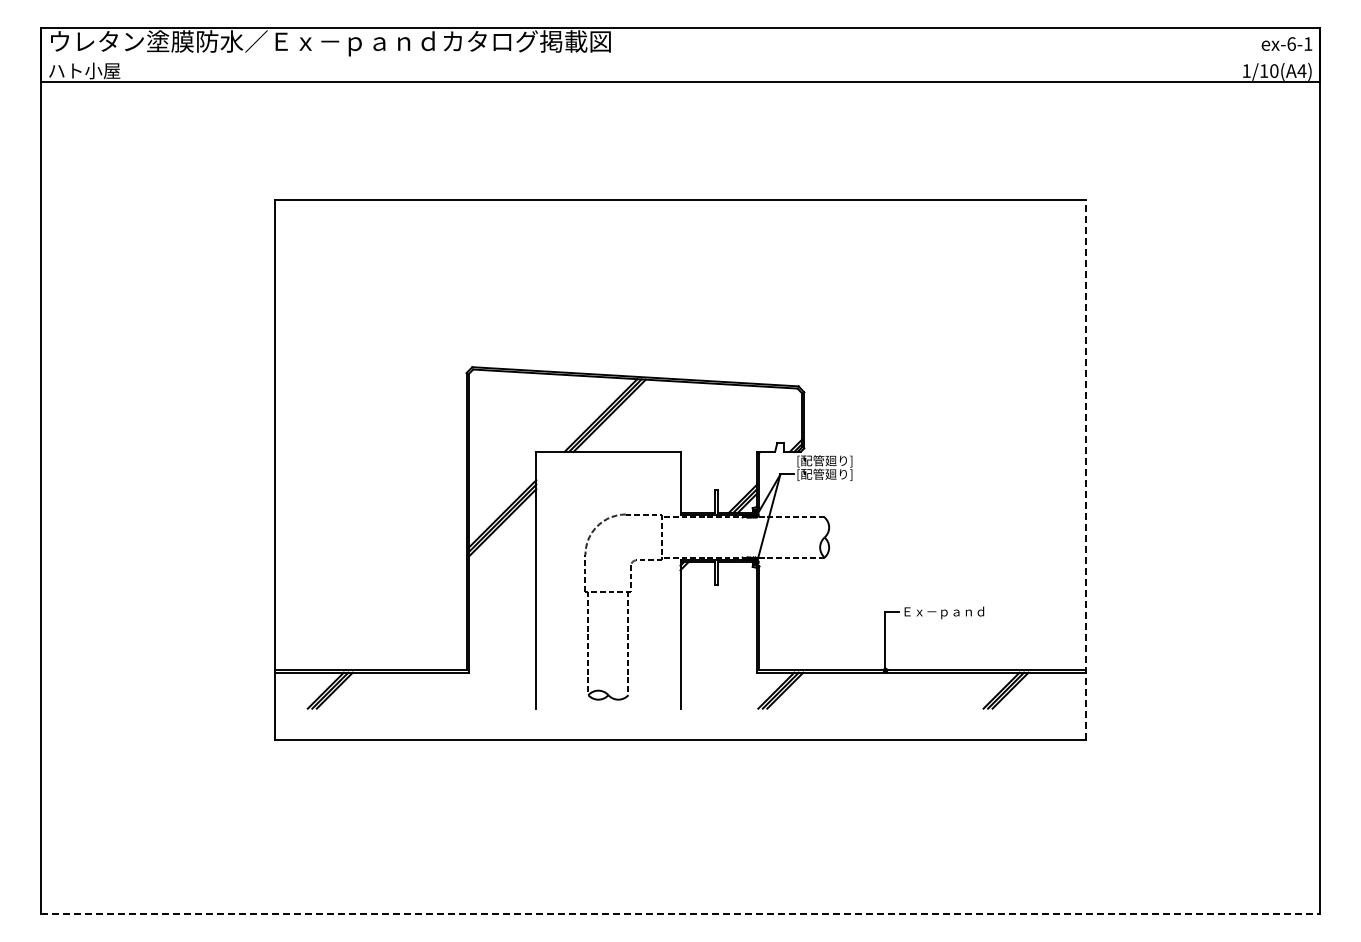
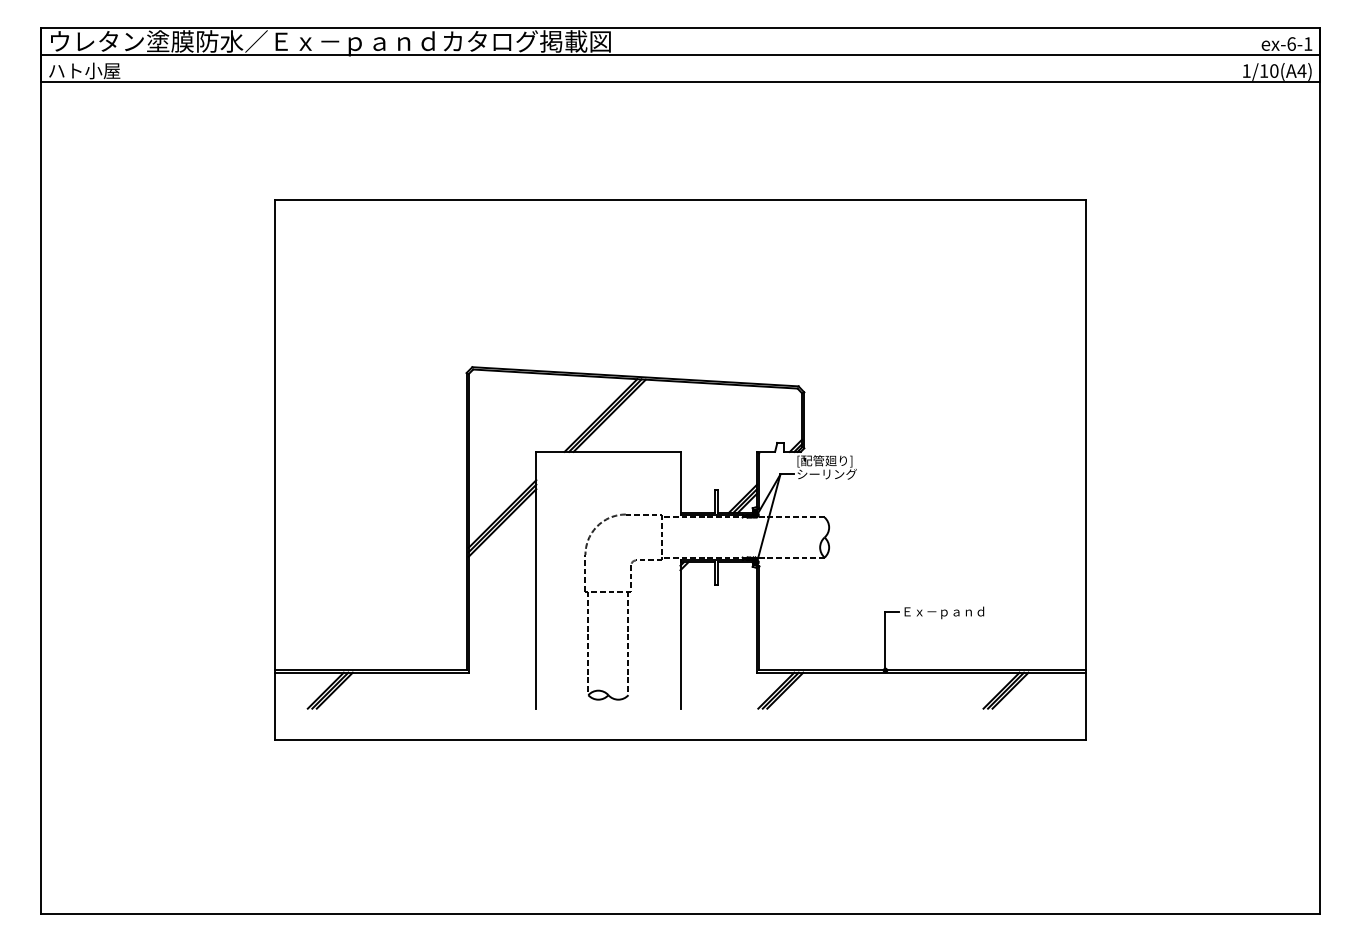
line at (680, 55): none -> present
line at (1085, 469): dashed -> solid
text at (826, 474): [配管廻り] -> シーリング
line at (680, 913): dashed -> solid
